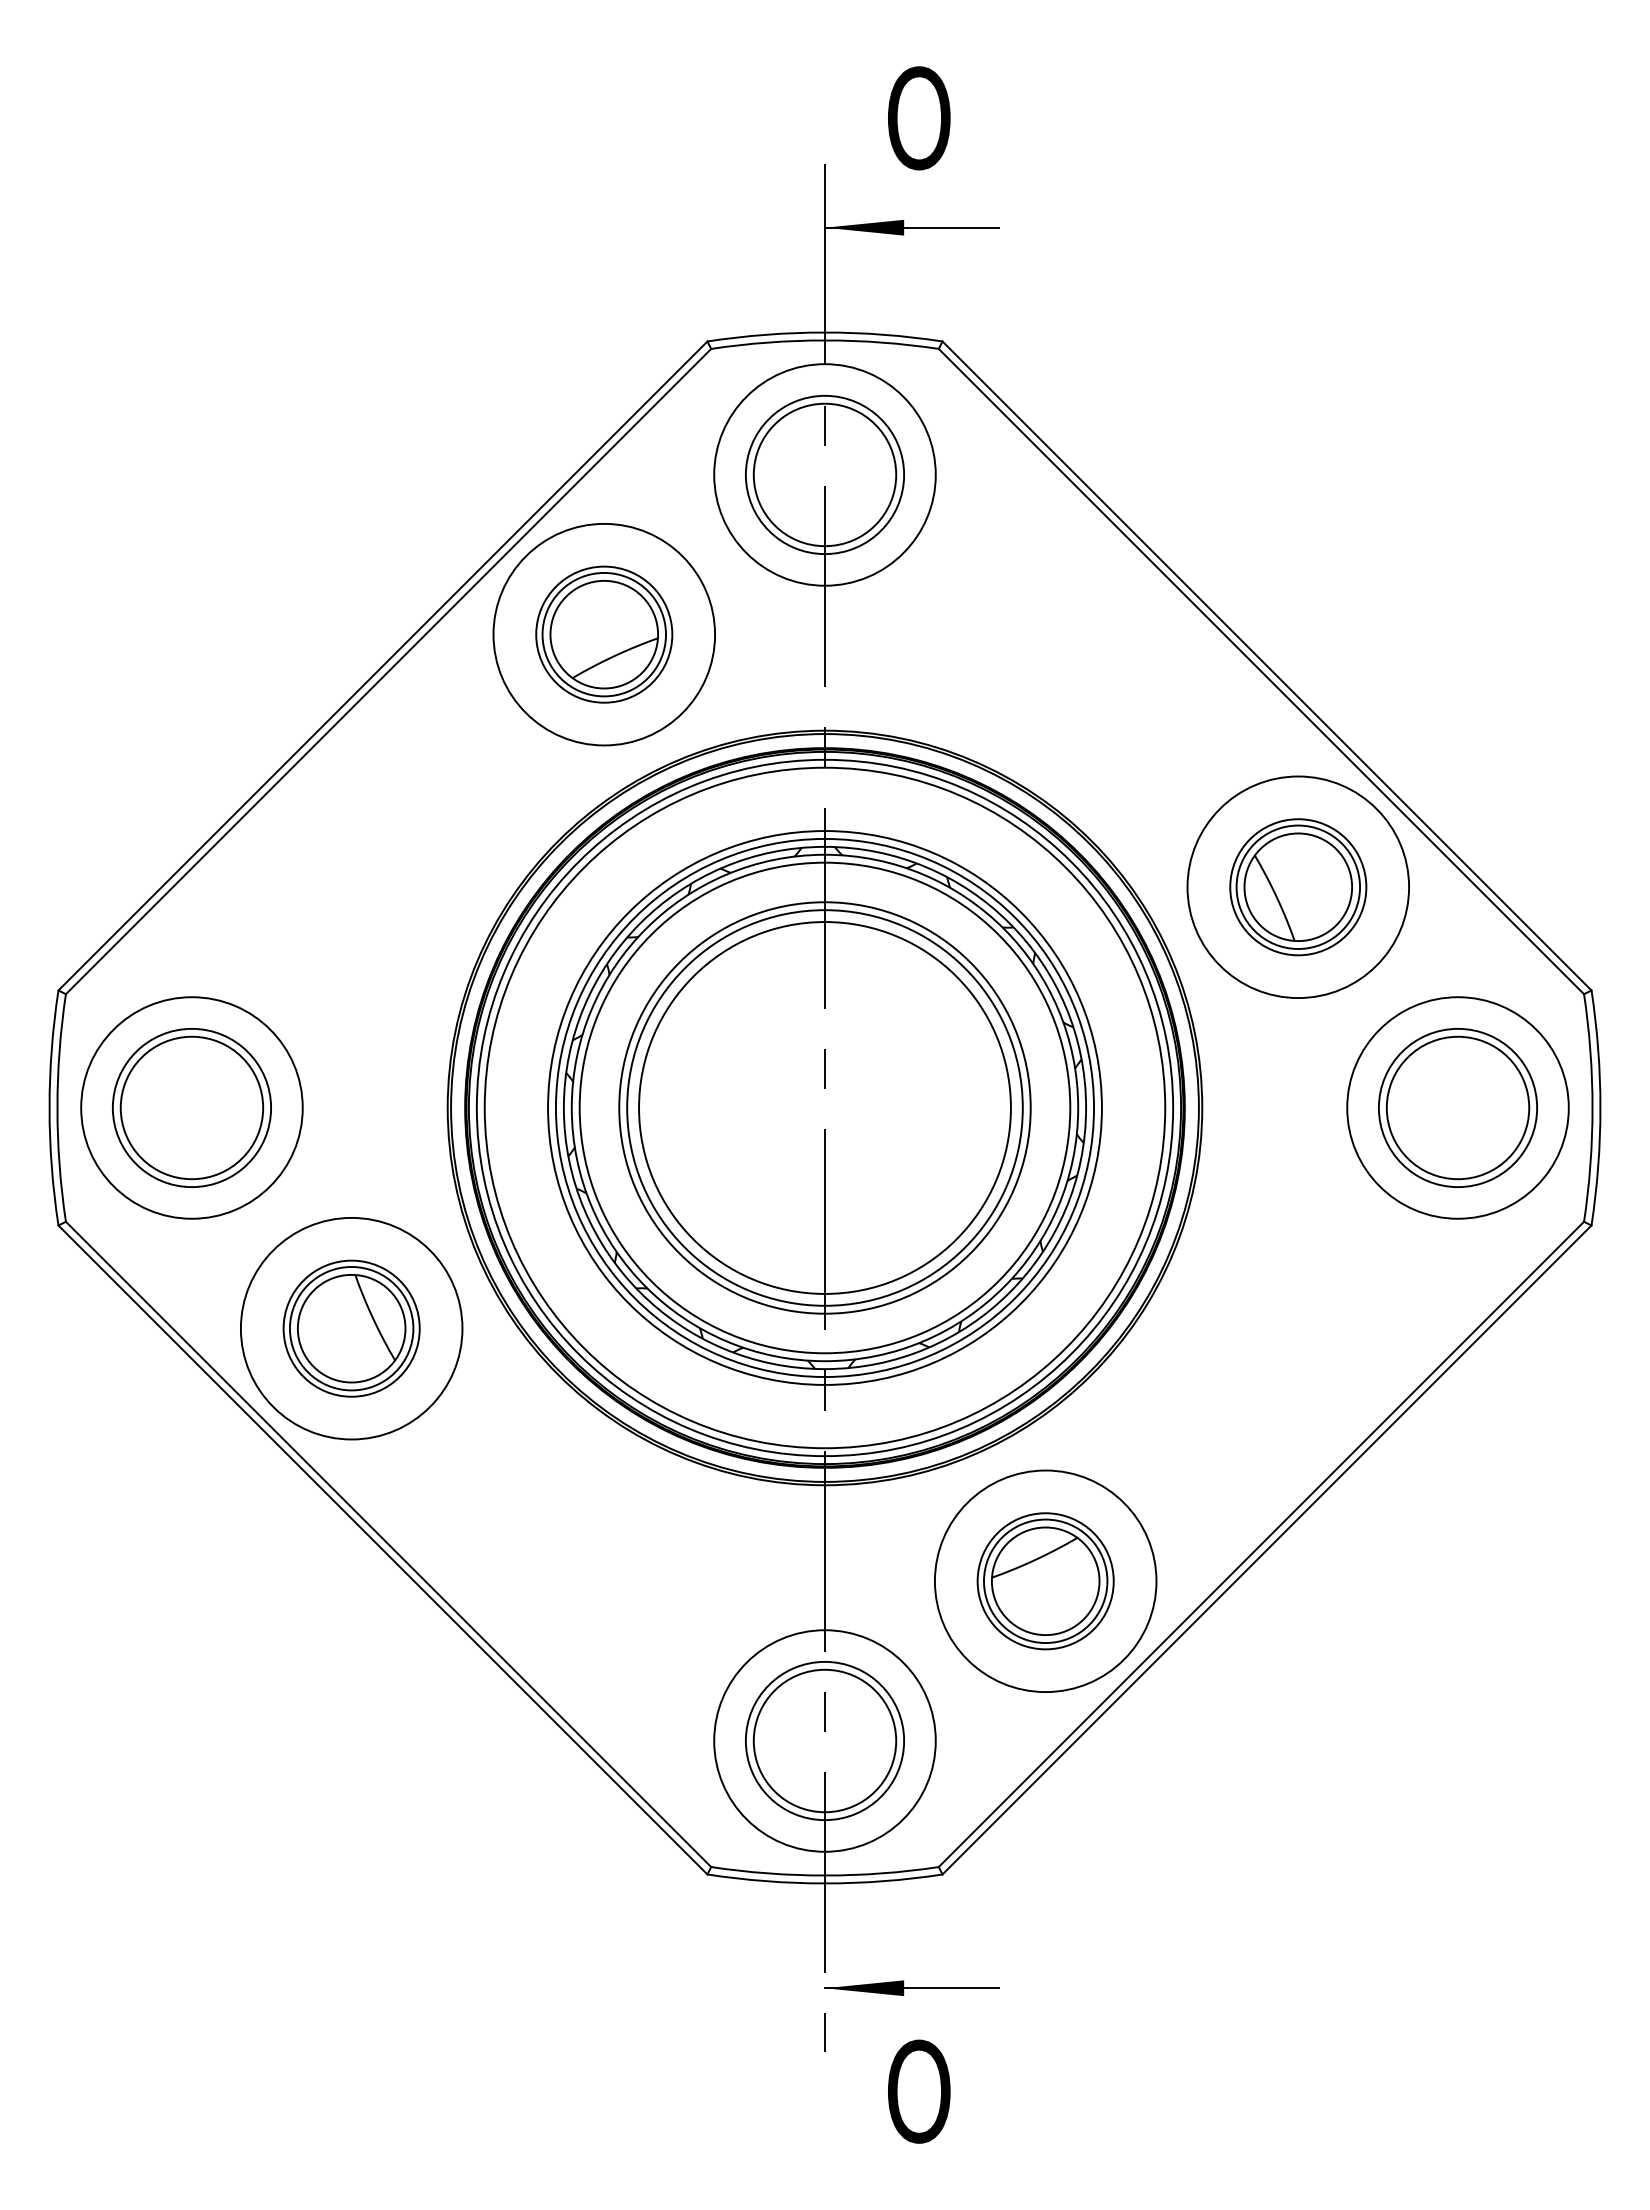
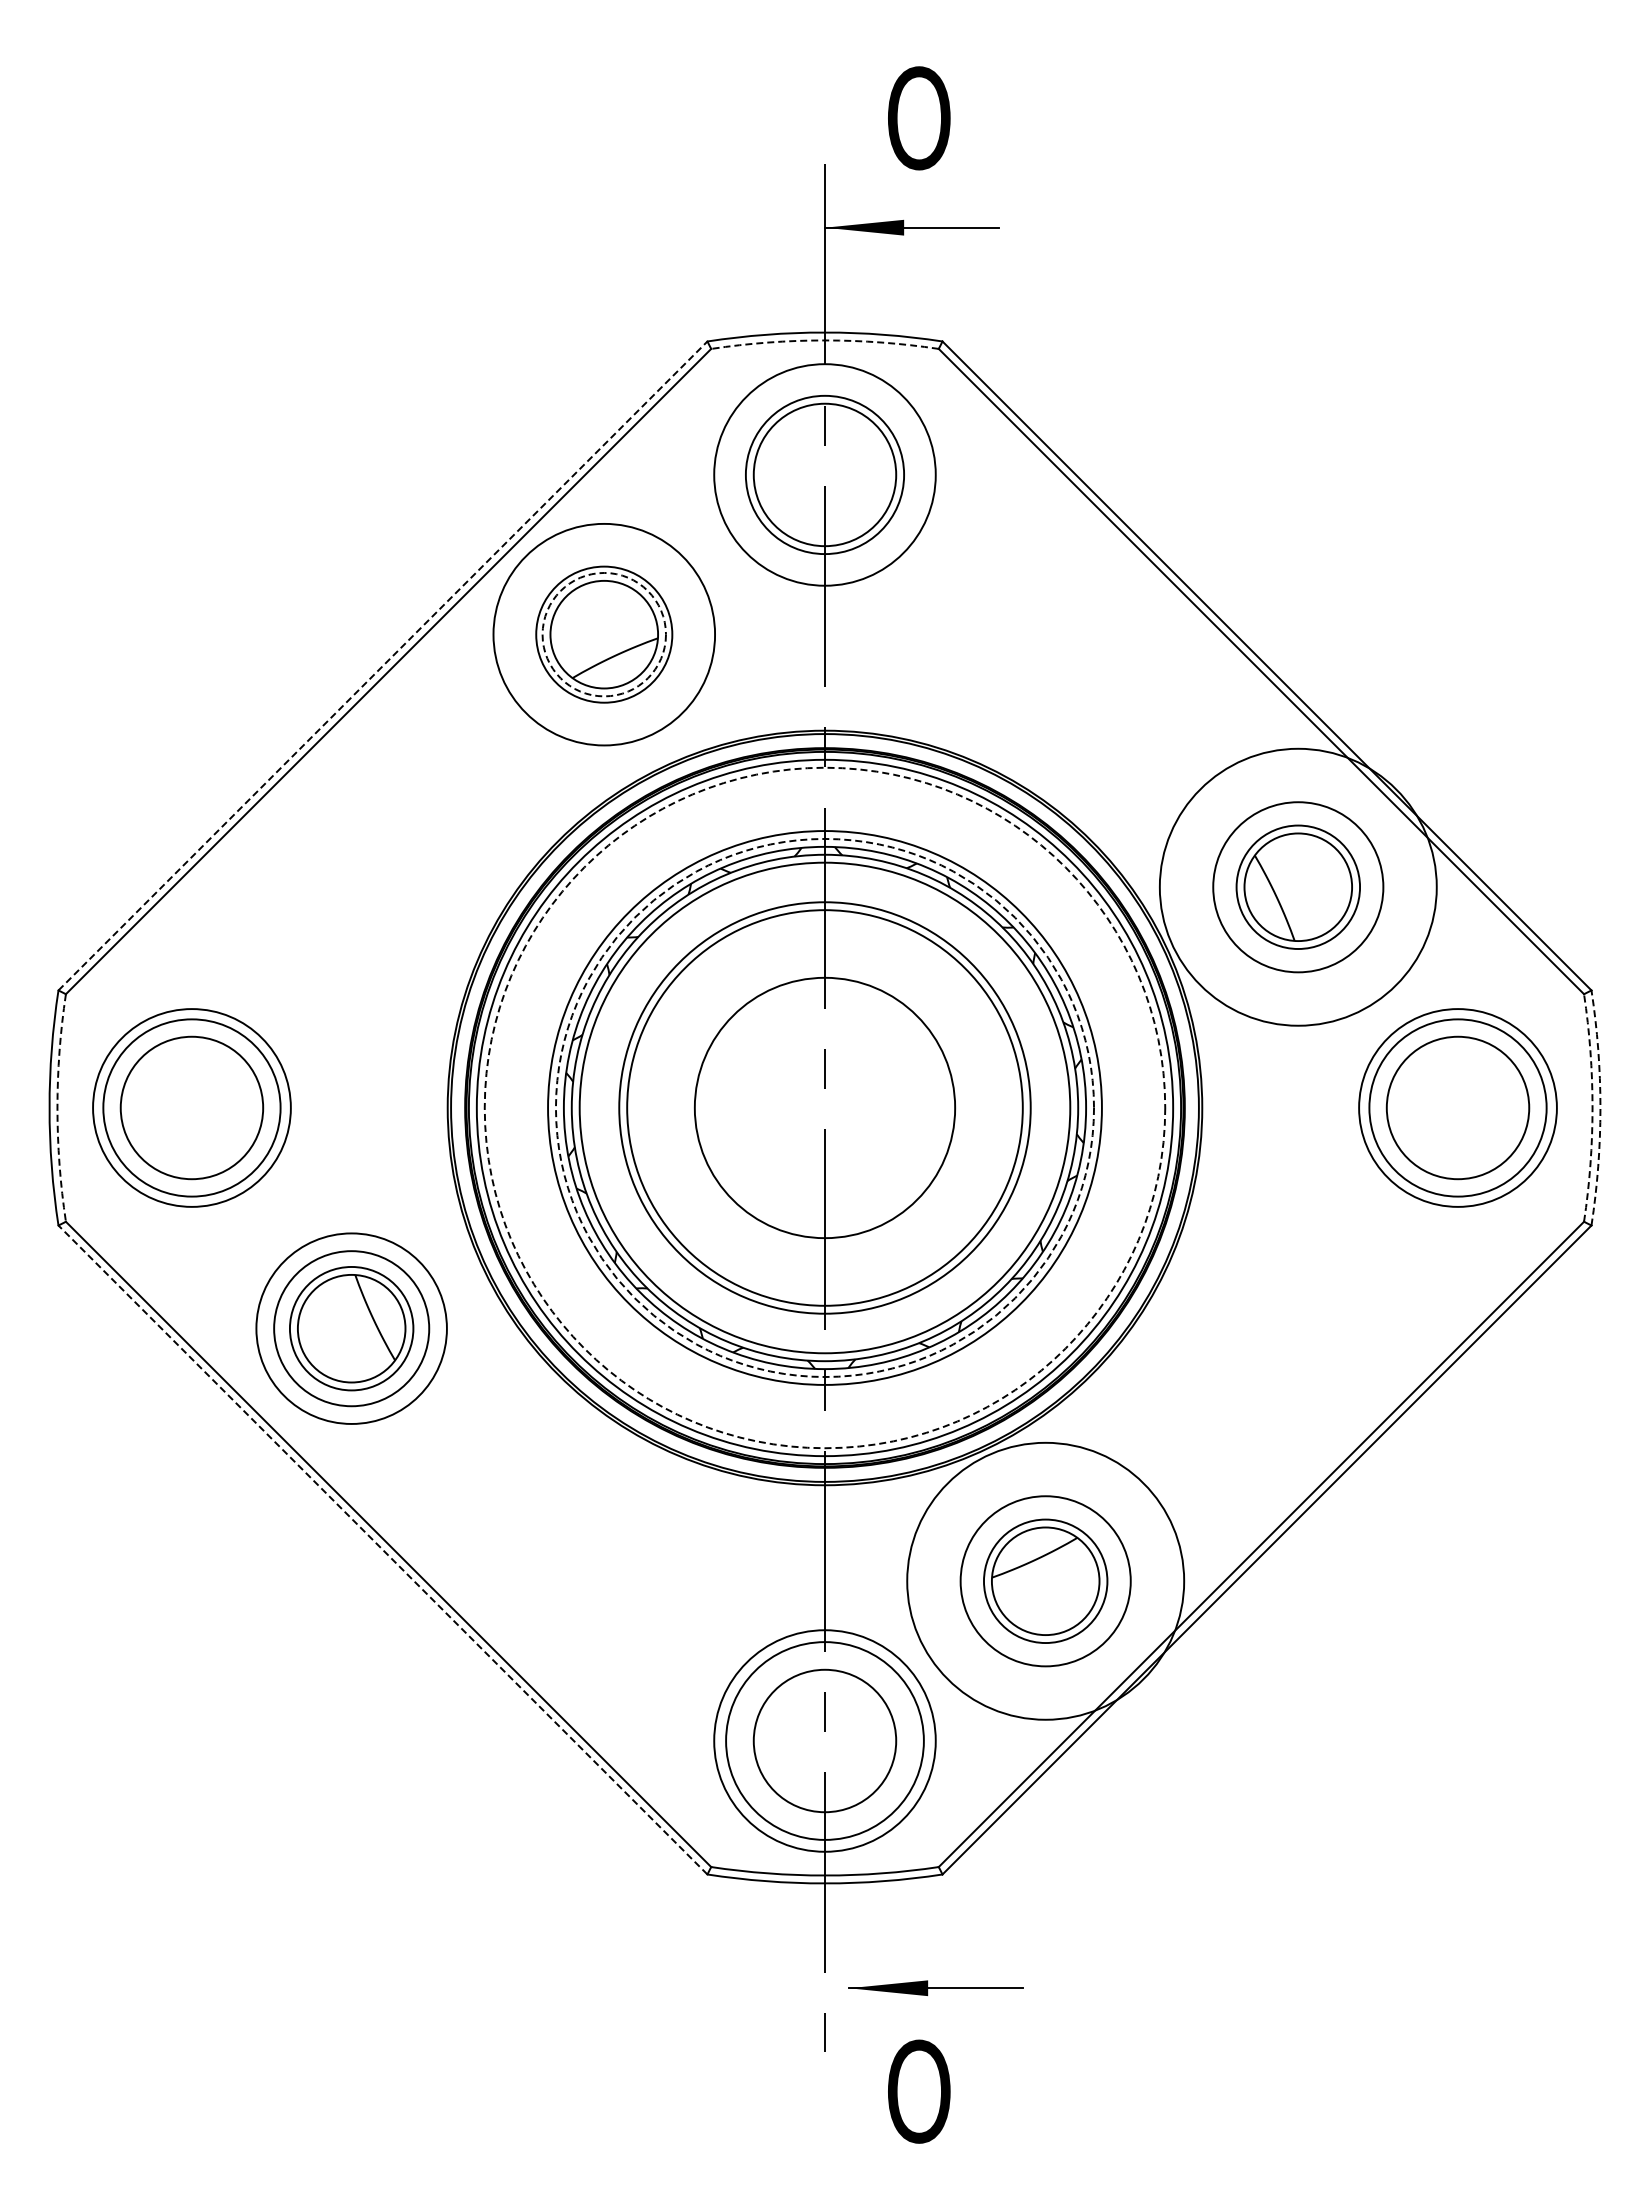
arc at (824, 340): solid -> dashed
circle at (604, 634): solid -> dashed
line at (382, 665): solid -> dashed
circle at (1298, 887) diameter: 136 px -> 170 px
circle at (1298, 887) diameter: 222 px -> 277 px
arc at (57, 1107): solid -> dashed
circle at (191, 1107) diameter: 158 px -> 198 px
circle at (191, 1107) diameter: 222 px -> 177 px
circle at (824, 1107) diameter: 372 px -> 260 px
circle at (824, 1107): solid -> dashed
circle at (824, 1107): solid -> dashed
circle at (1457, 1107) diameter: 158 px -> 198 px
circle at (1457, 1107) diameter: 222 px -> 177 px
arc at (1592, 1107): solid -> dashed
arc at (1600, 1107): solid -> dashed
circle at (351, 1328) diameter: 136 px -> 191 px
circle at (351, 1328) diameter: 222 px -> 155 px
line at (382, 1550): solid -> dashed
circle at (1045, 1581) diameter: 136 px -> 170 px
circle at (1045, 1581) diameter: 222 px -> 277 px
circle at (824, 1740) diameter: 158 px -> 198 px
part at (911, 1987) position: (911, 1987) -> (935, 1987)
